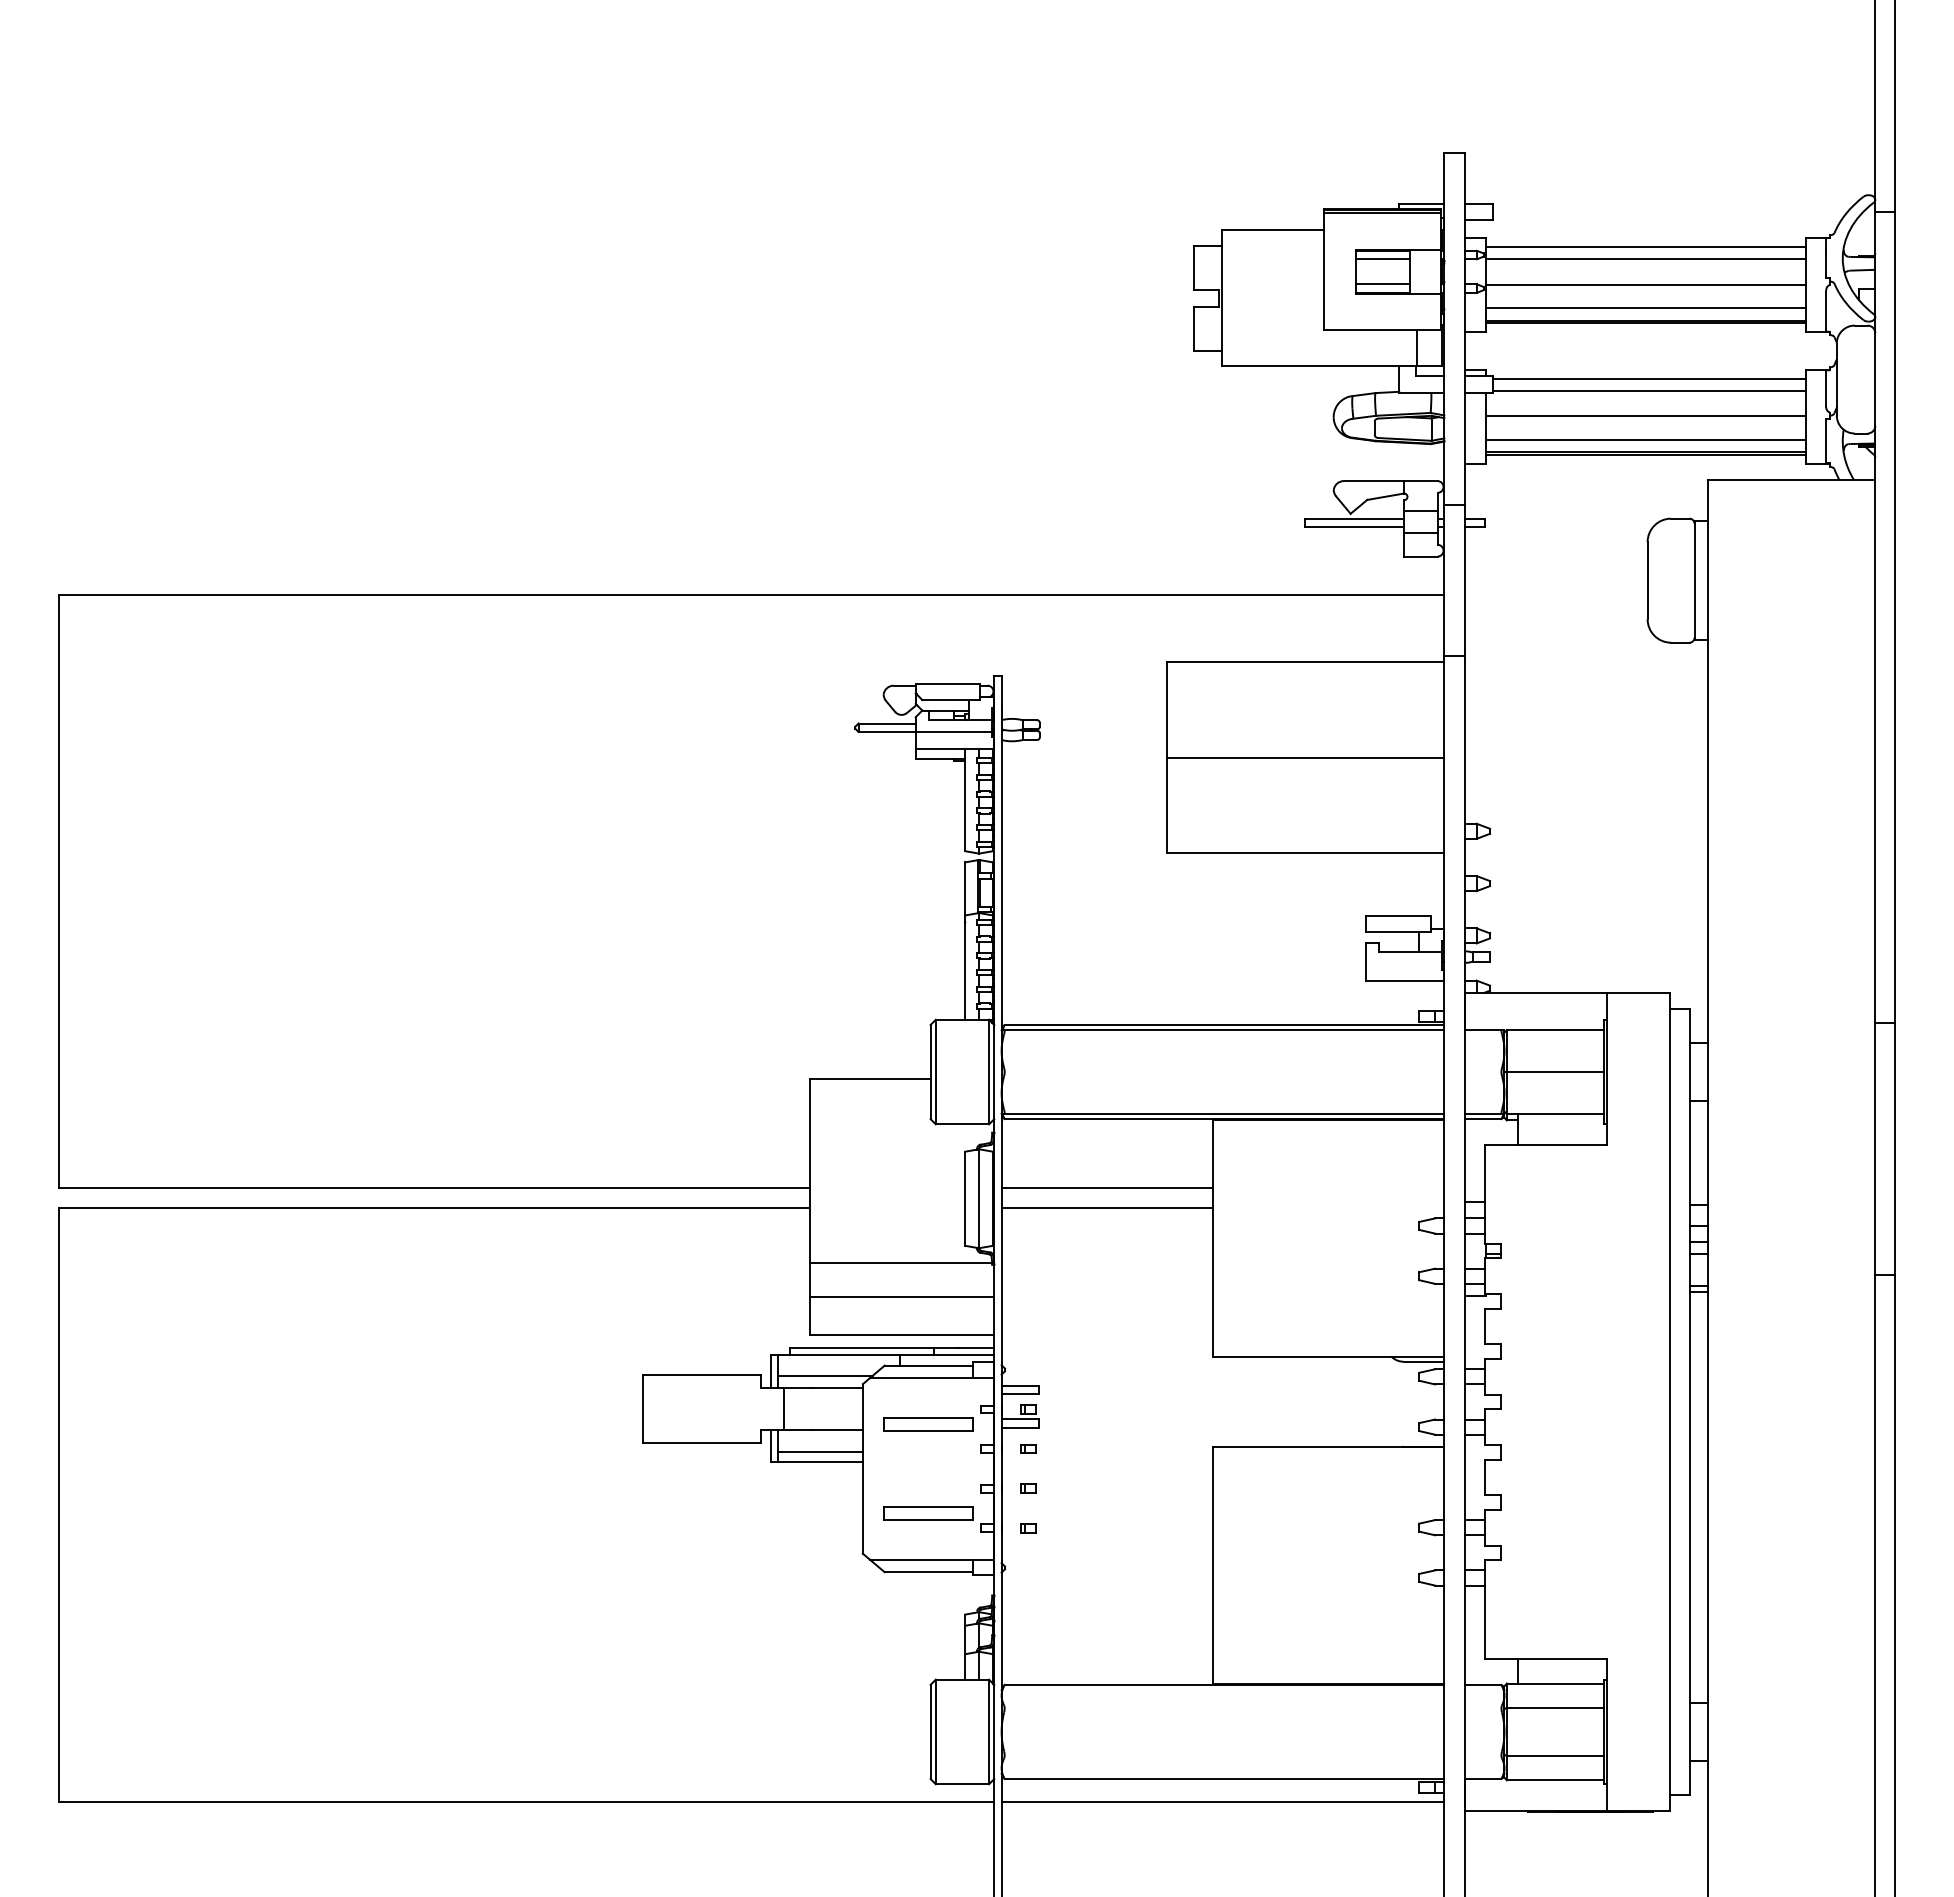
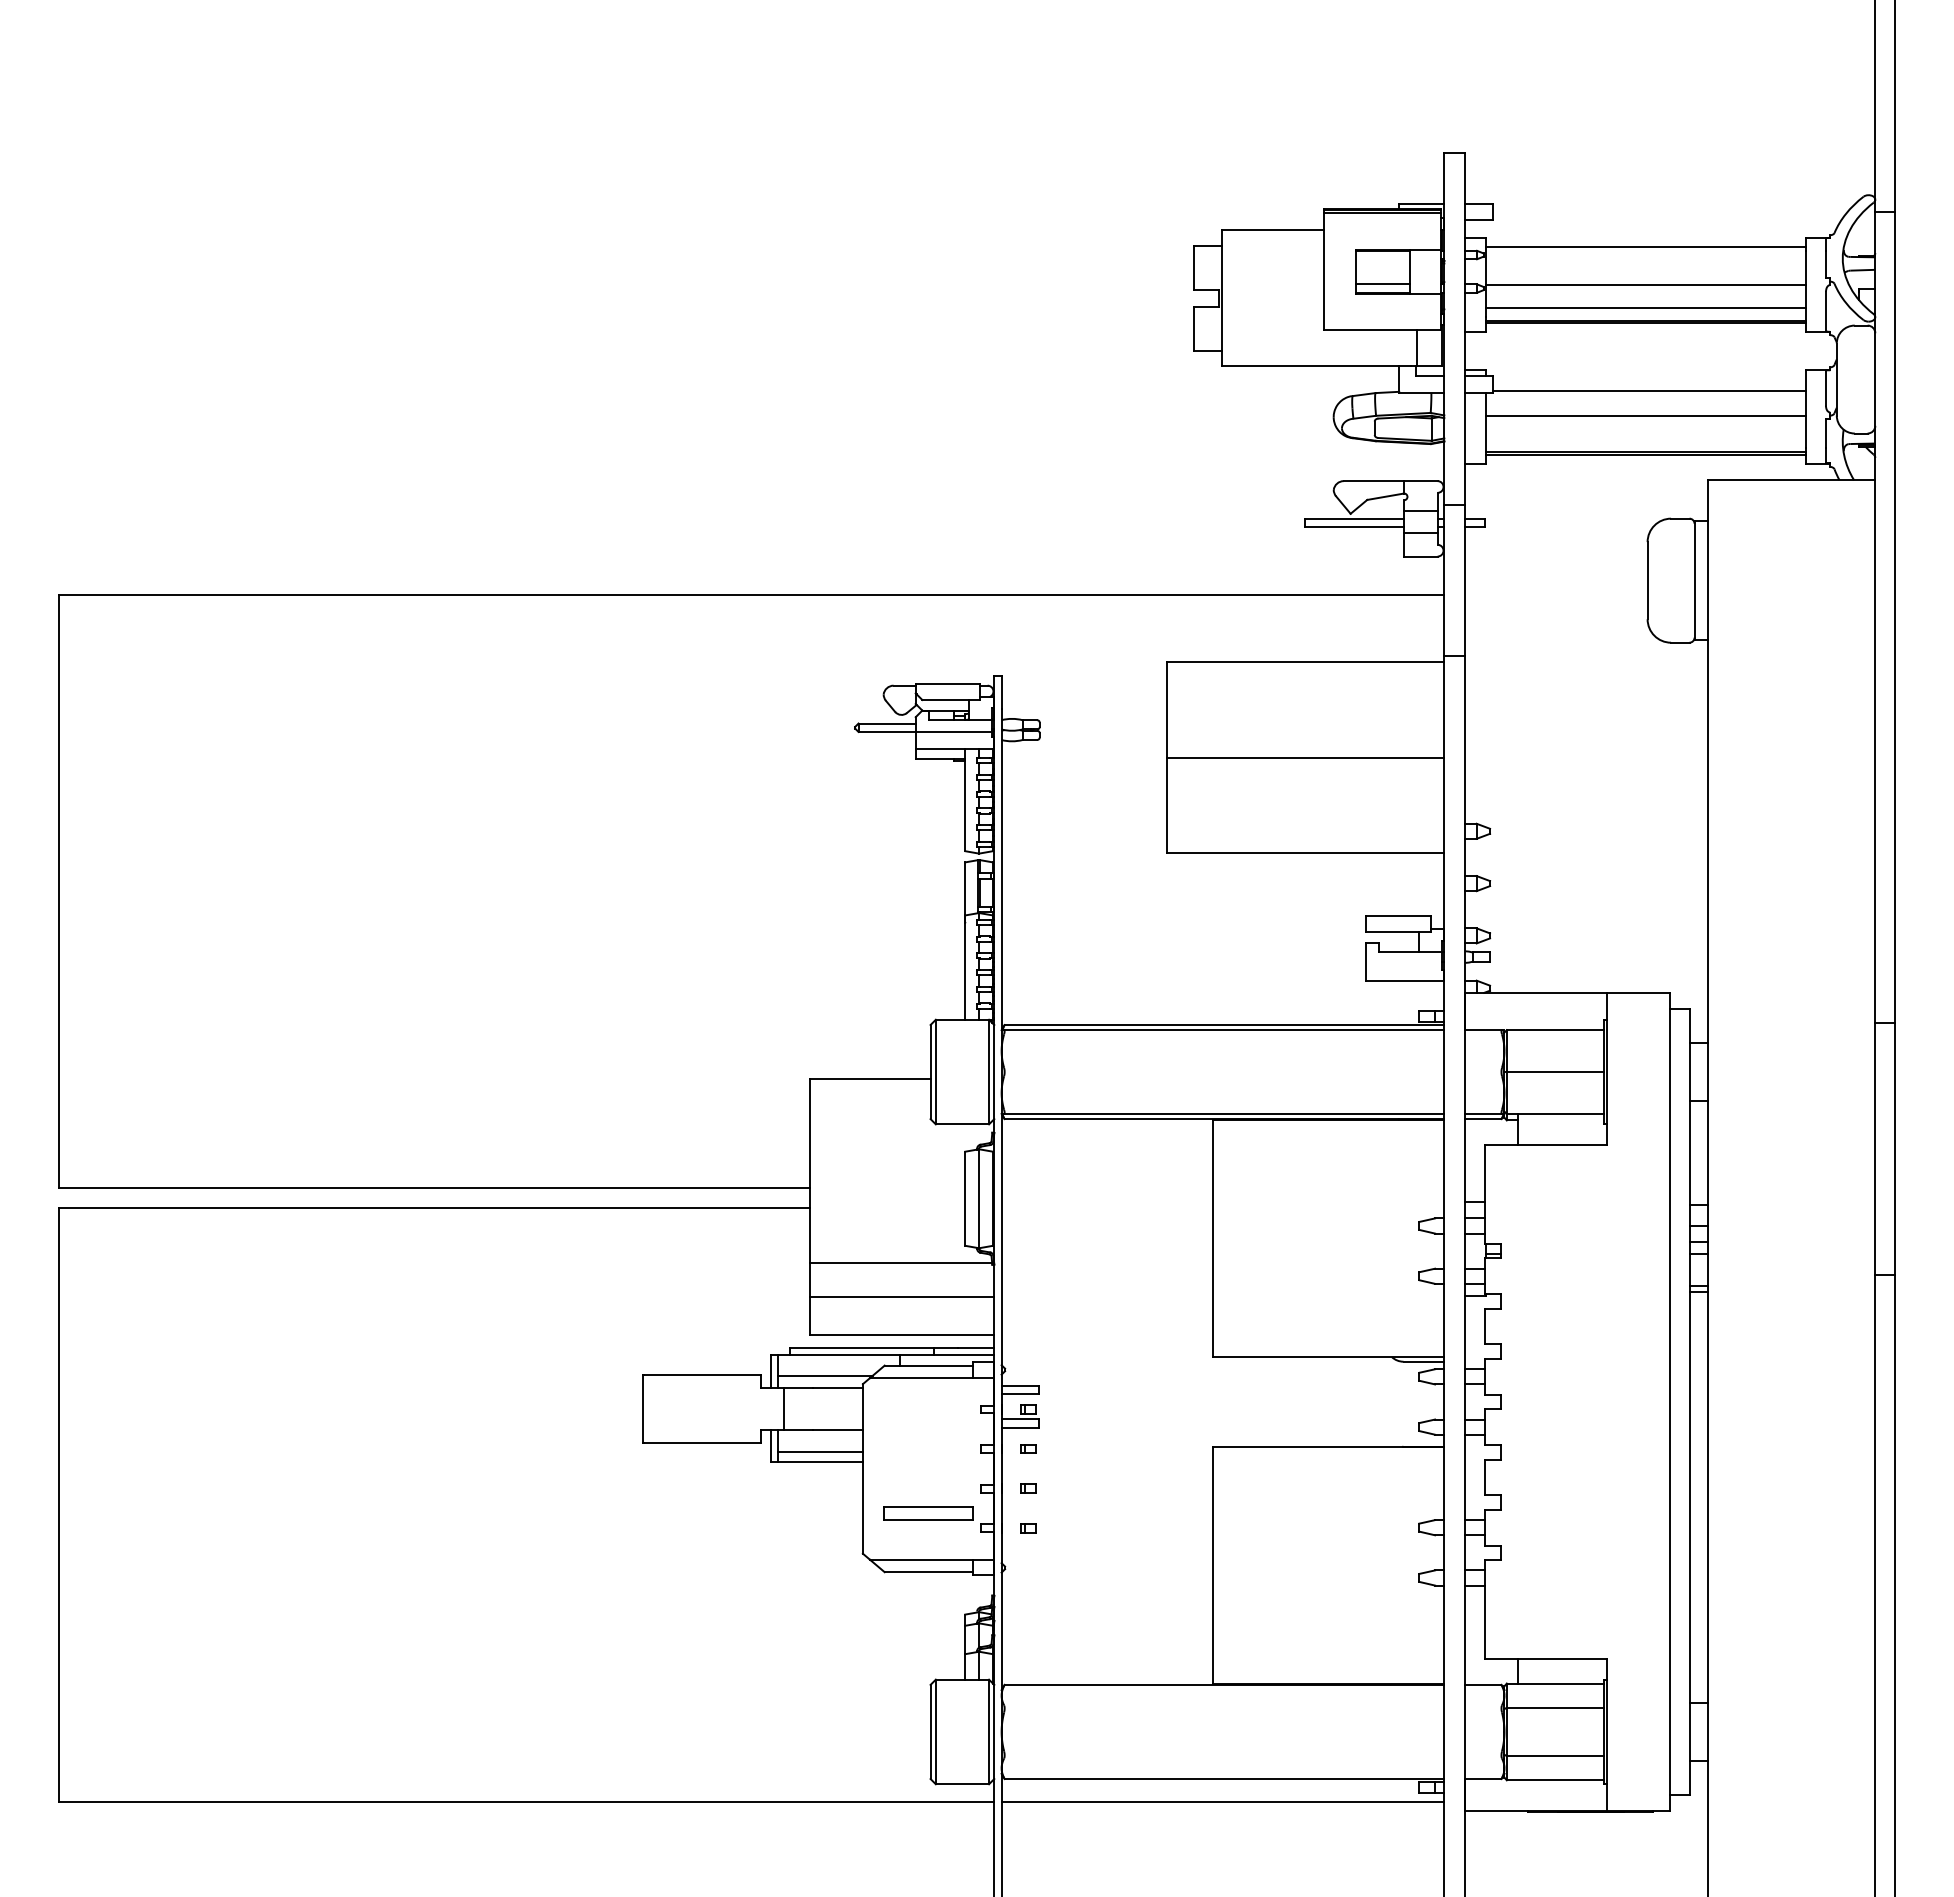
line at (1645, 258): present -> none
line at (1382, 259): present -> none
line at (1649, 379): present -> none
line at (1645, 439): present -> none
line at (1107, 1188): present -> none
line at (1107, 1208): present -> none
part at (928, 1424): present -> none
